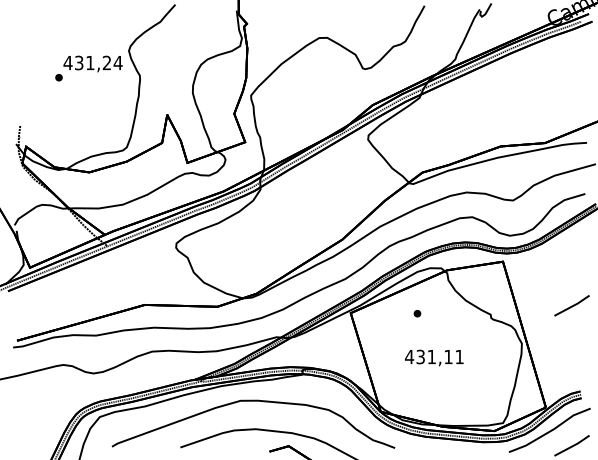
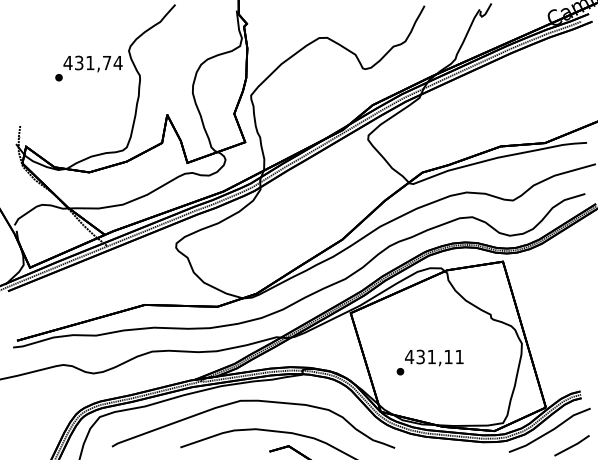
text at (106, 62): 431,24 -> 431,74
line at (571, 305): present -> none
part at (417, 313) position: (417, 313) -> (400, 371)
